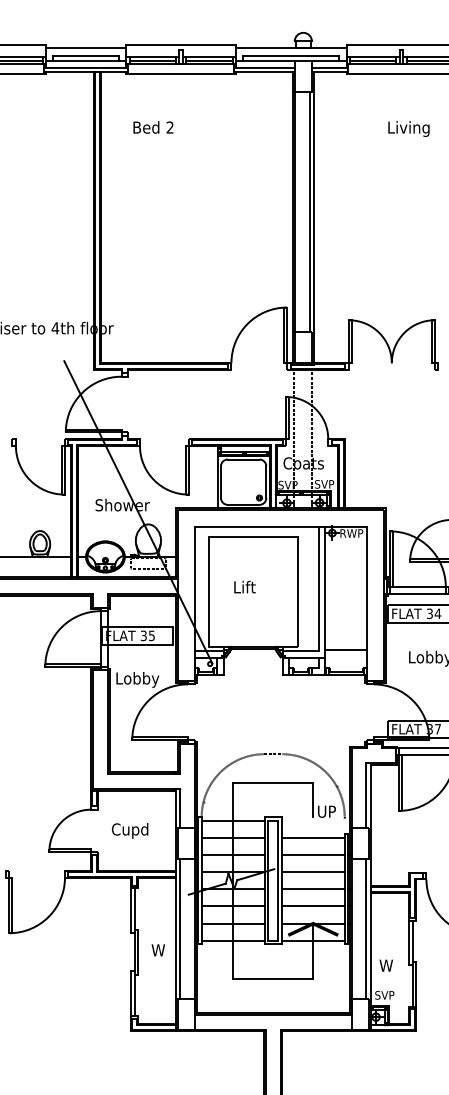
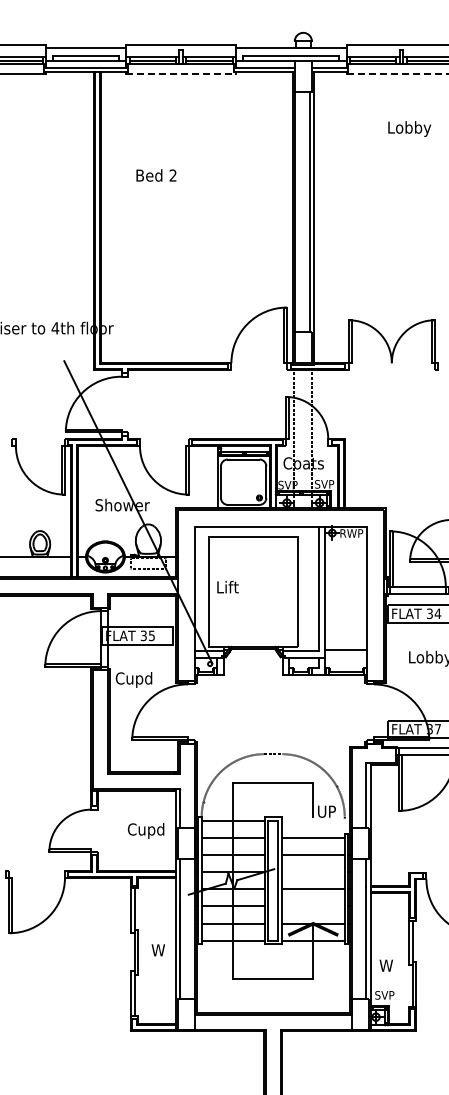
line at (181, 73): solid -> dashed
line at (398, 73): solid -> dashed
text at (153, 127) position: (153, 127) -> (156, 175)
text at (413, 128): Living -> Lobby
text at (244, 586) position: (244, 586) -> (227, 586)
text at (137, 679): Lobby -> Cupd
text at (129, 830) position: (129, 830) -> (145, 830)
line at (312, 872): present -> none
line at (312, 906): present -> none
